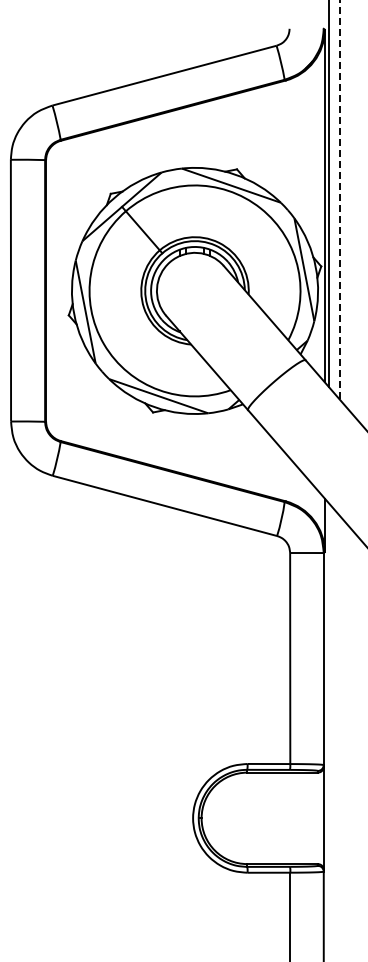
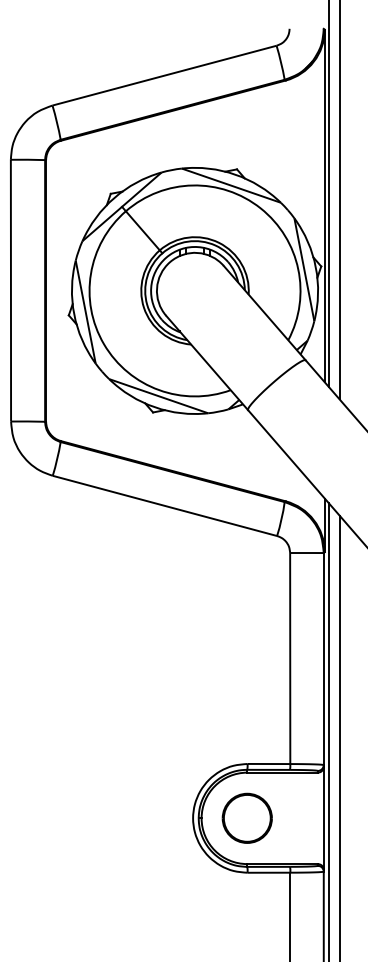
line at (339, 199): dashed -> solid
line at (328, 730): none -> present
line at (339, 736): none -> present
part at (246, 817): none -> present
